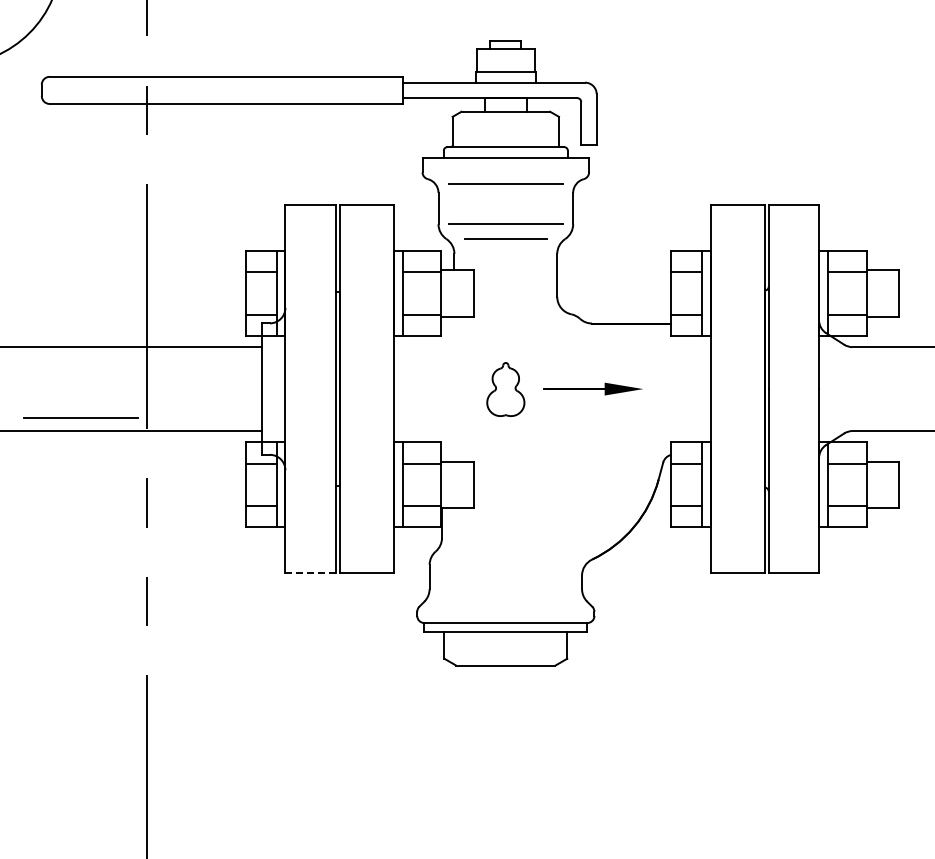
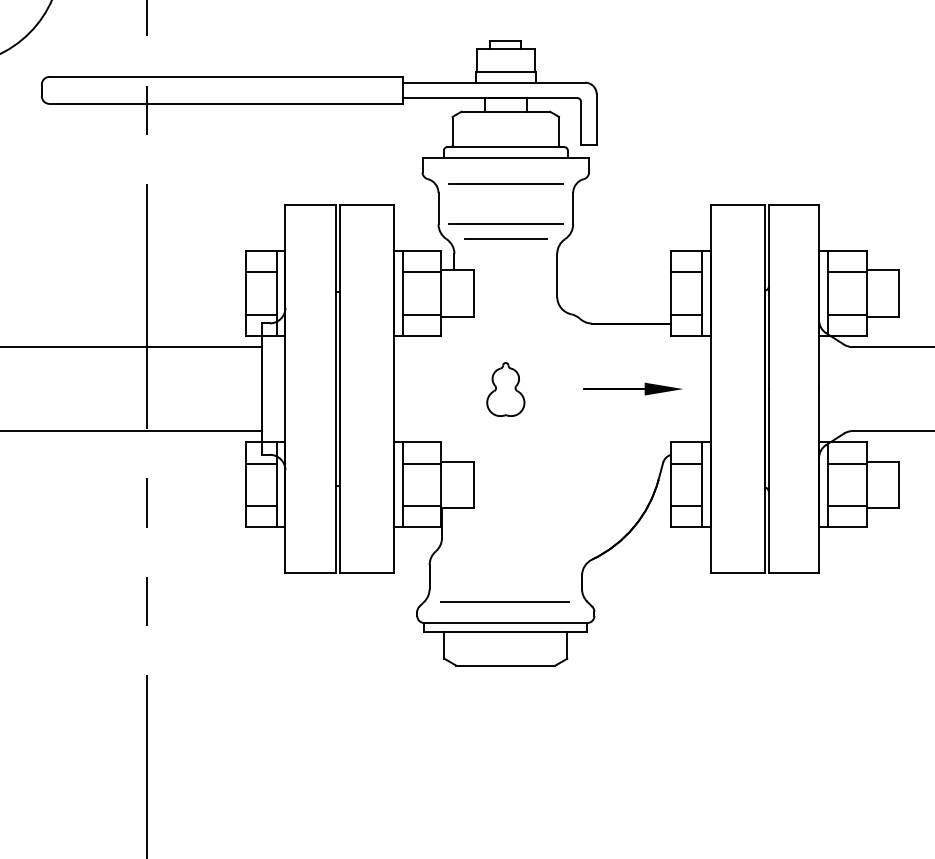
part at (592, 388) position: (592, 388) -> (632, 388)
line at (80, 417): present -> none
line at (311, 572): dashed -> solid
line at (504, 601): none -> present
